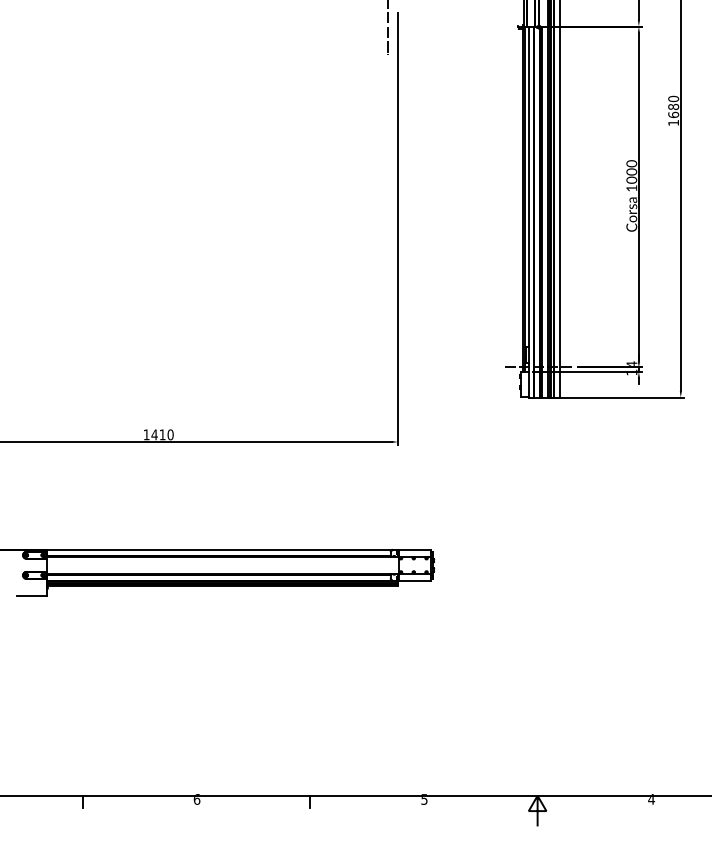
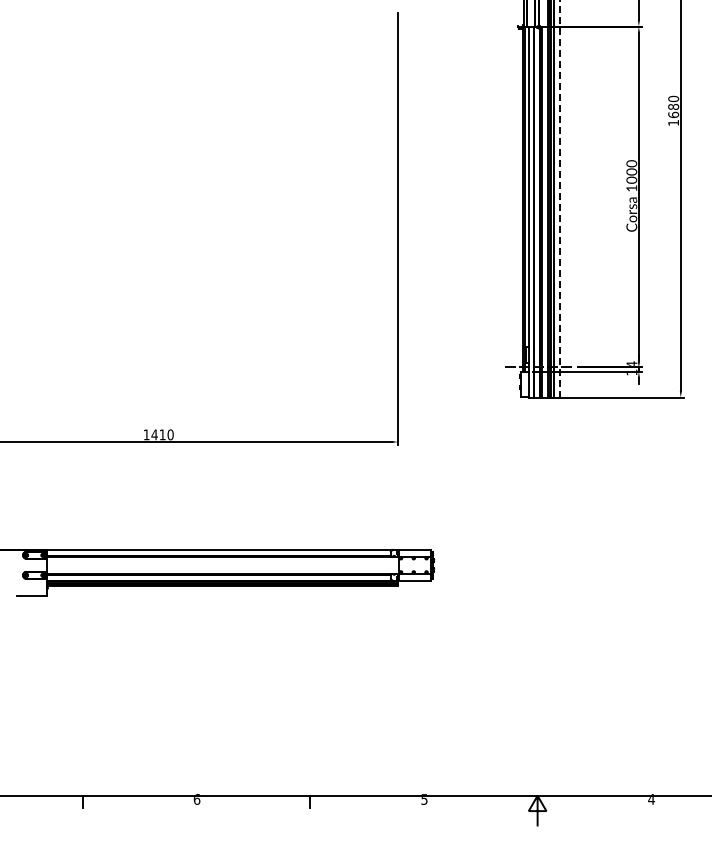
line at (387, 28): present -> none
line at (560, 198): solid -> dashed
